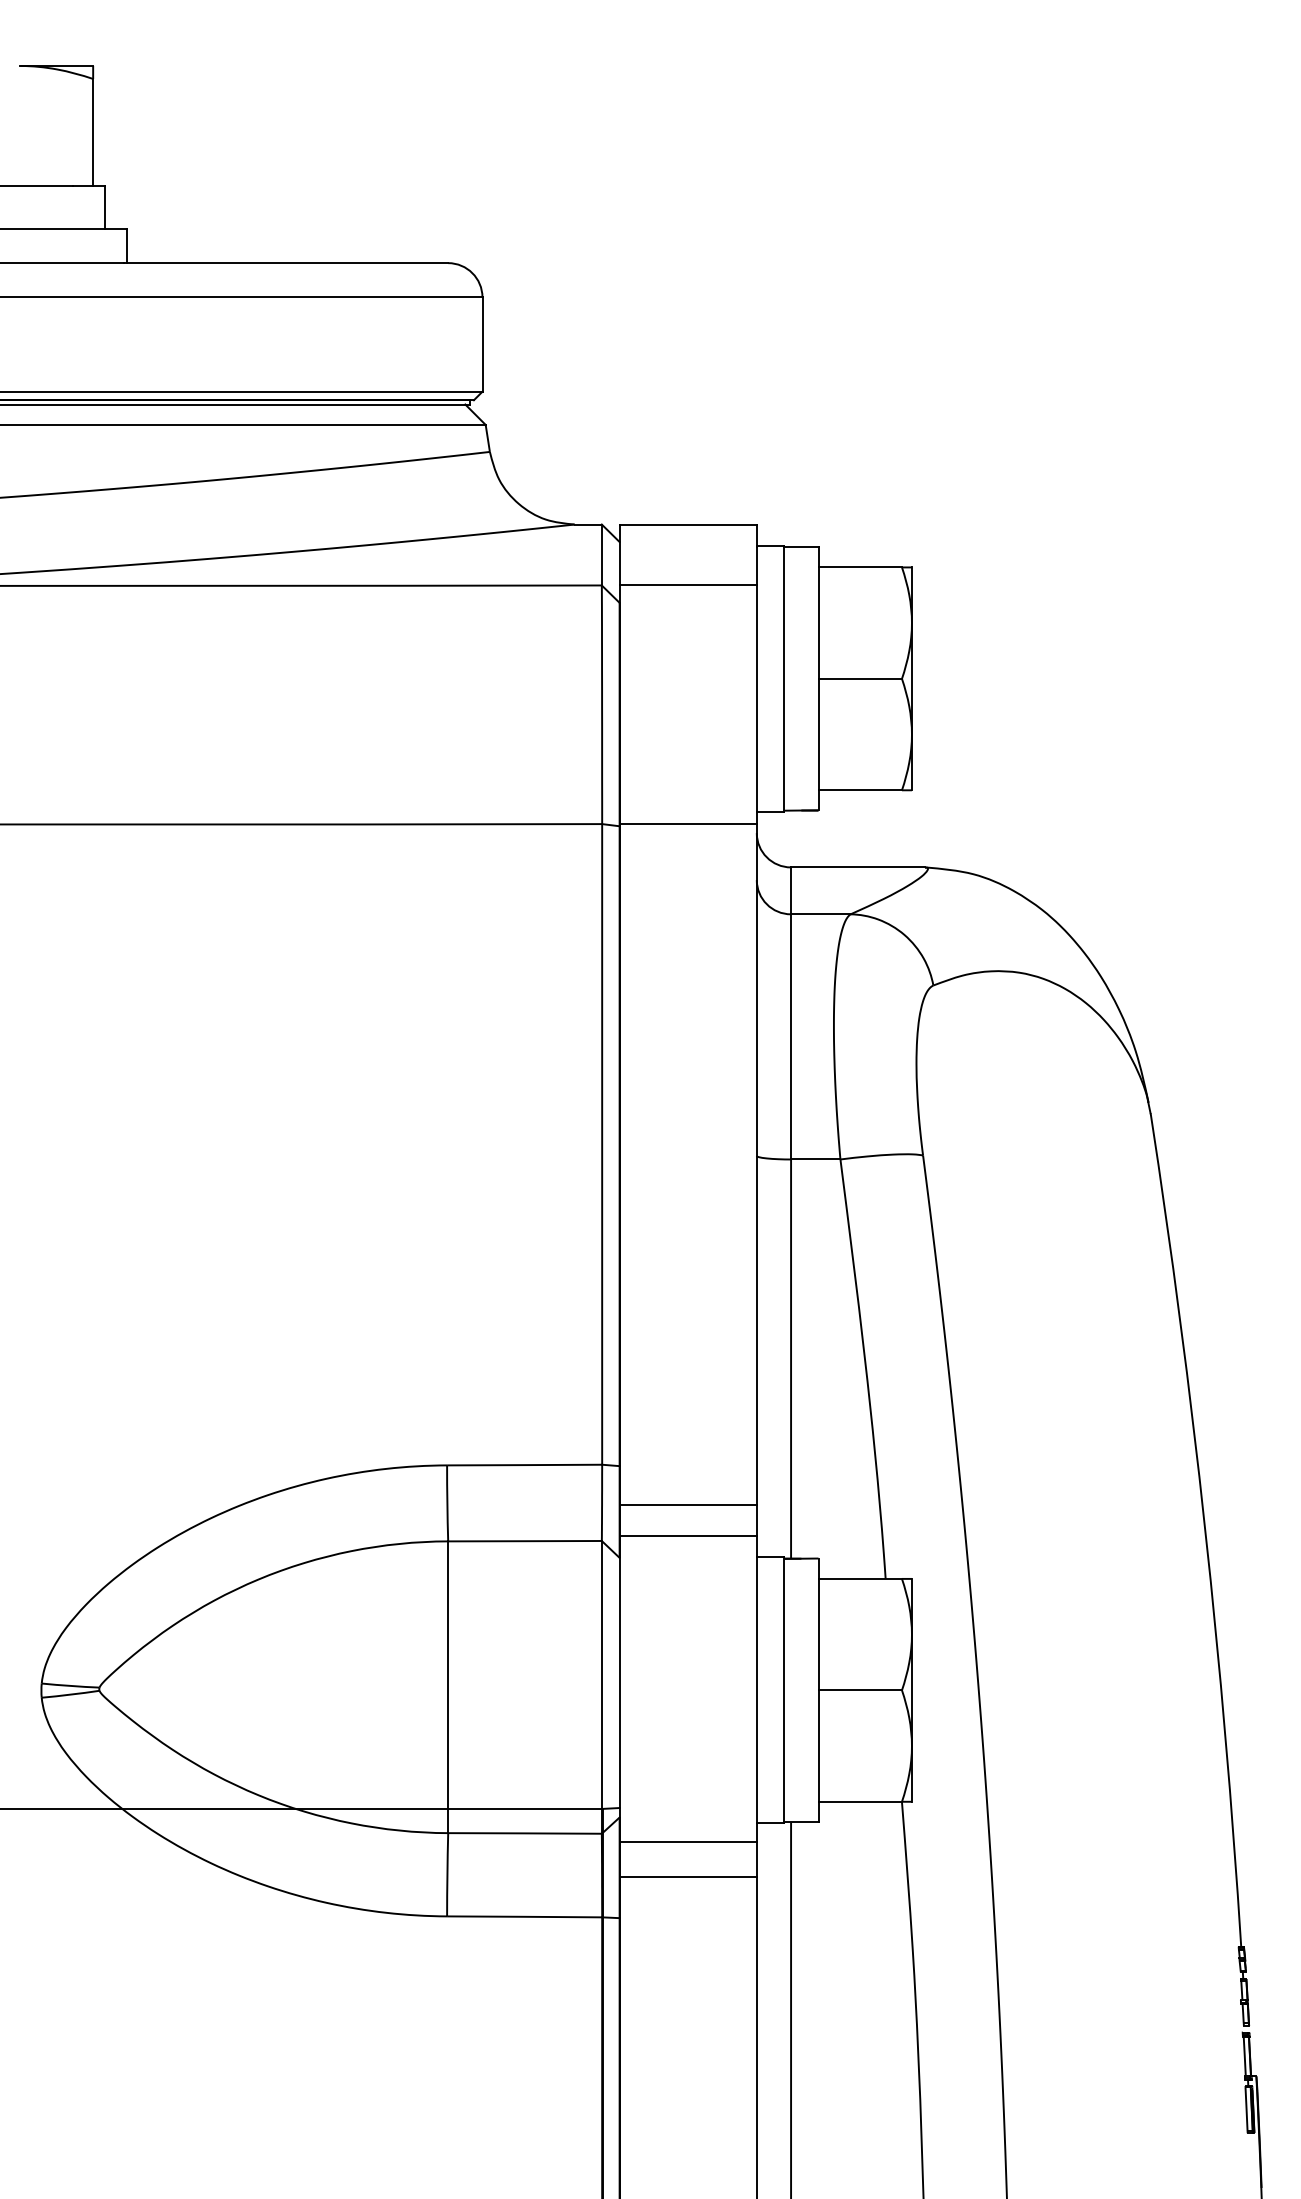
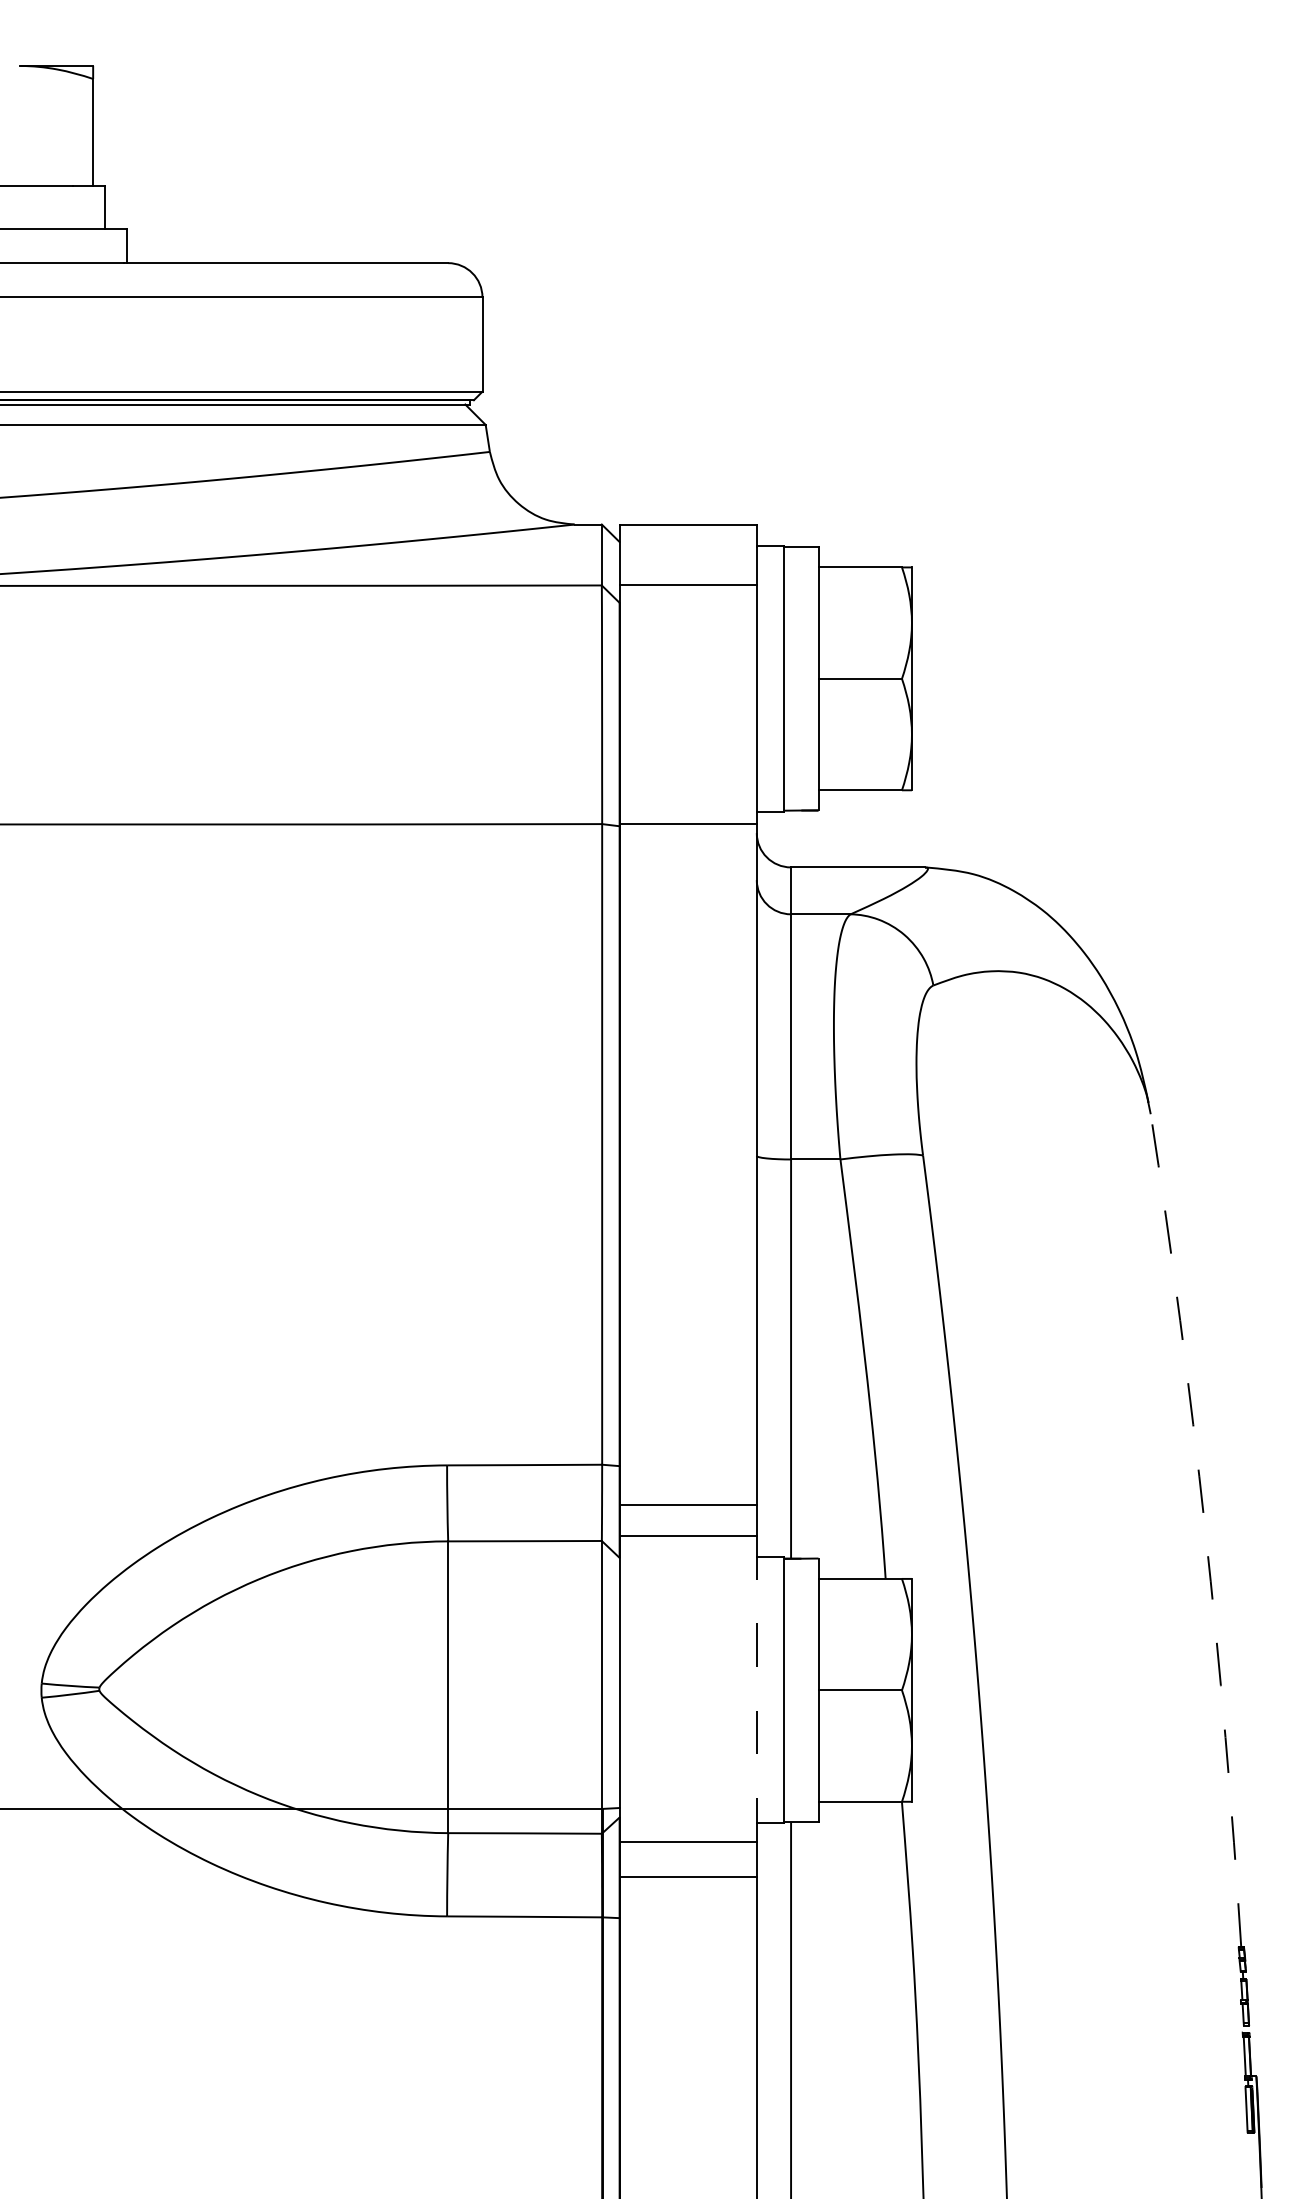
arc at (1205, 1528): solid -> dashed
line at (756, 1689): solid -> dashed
